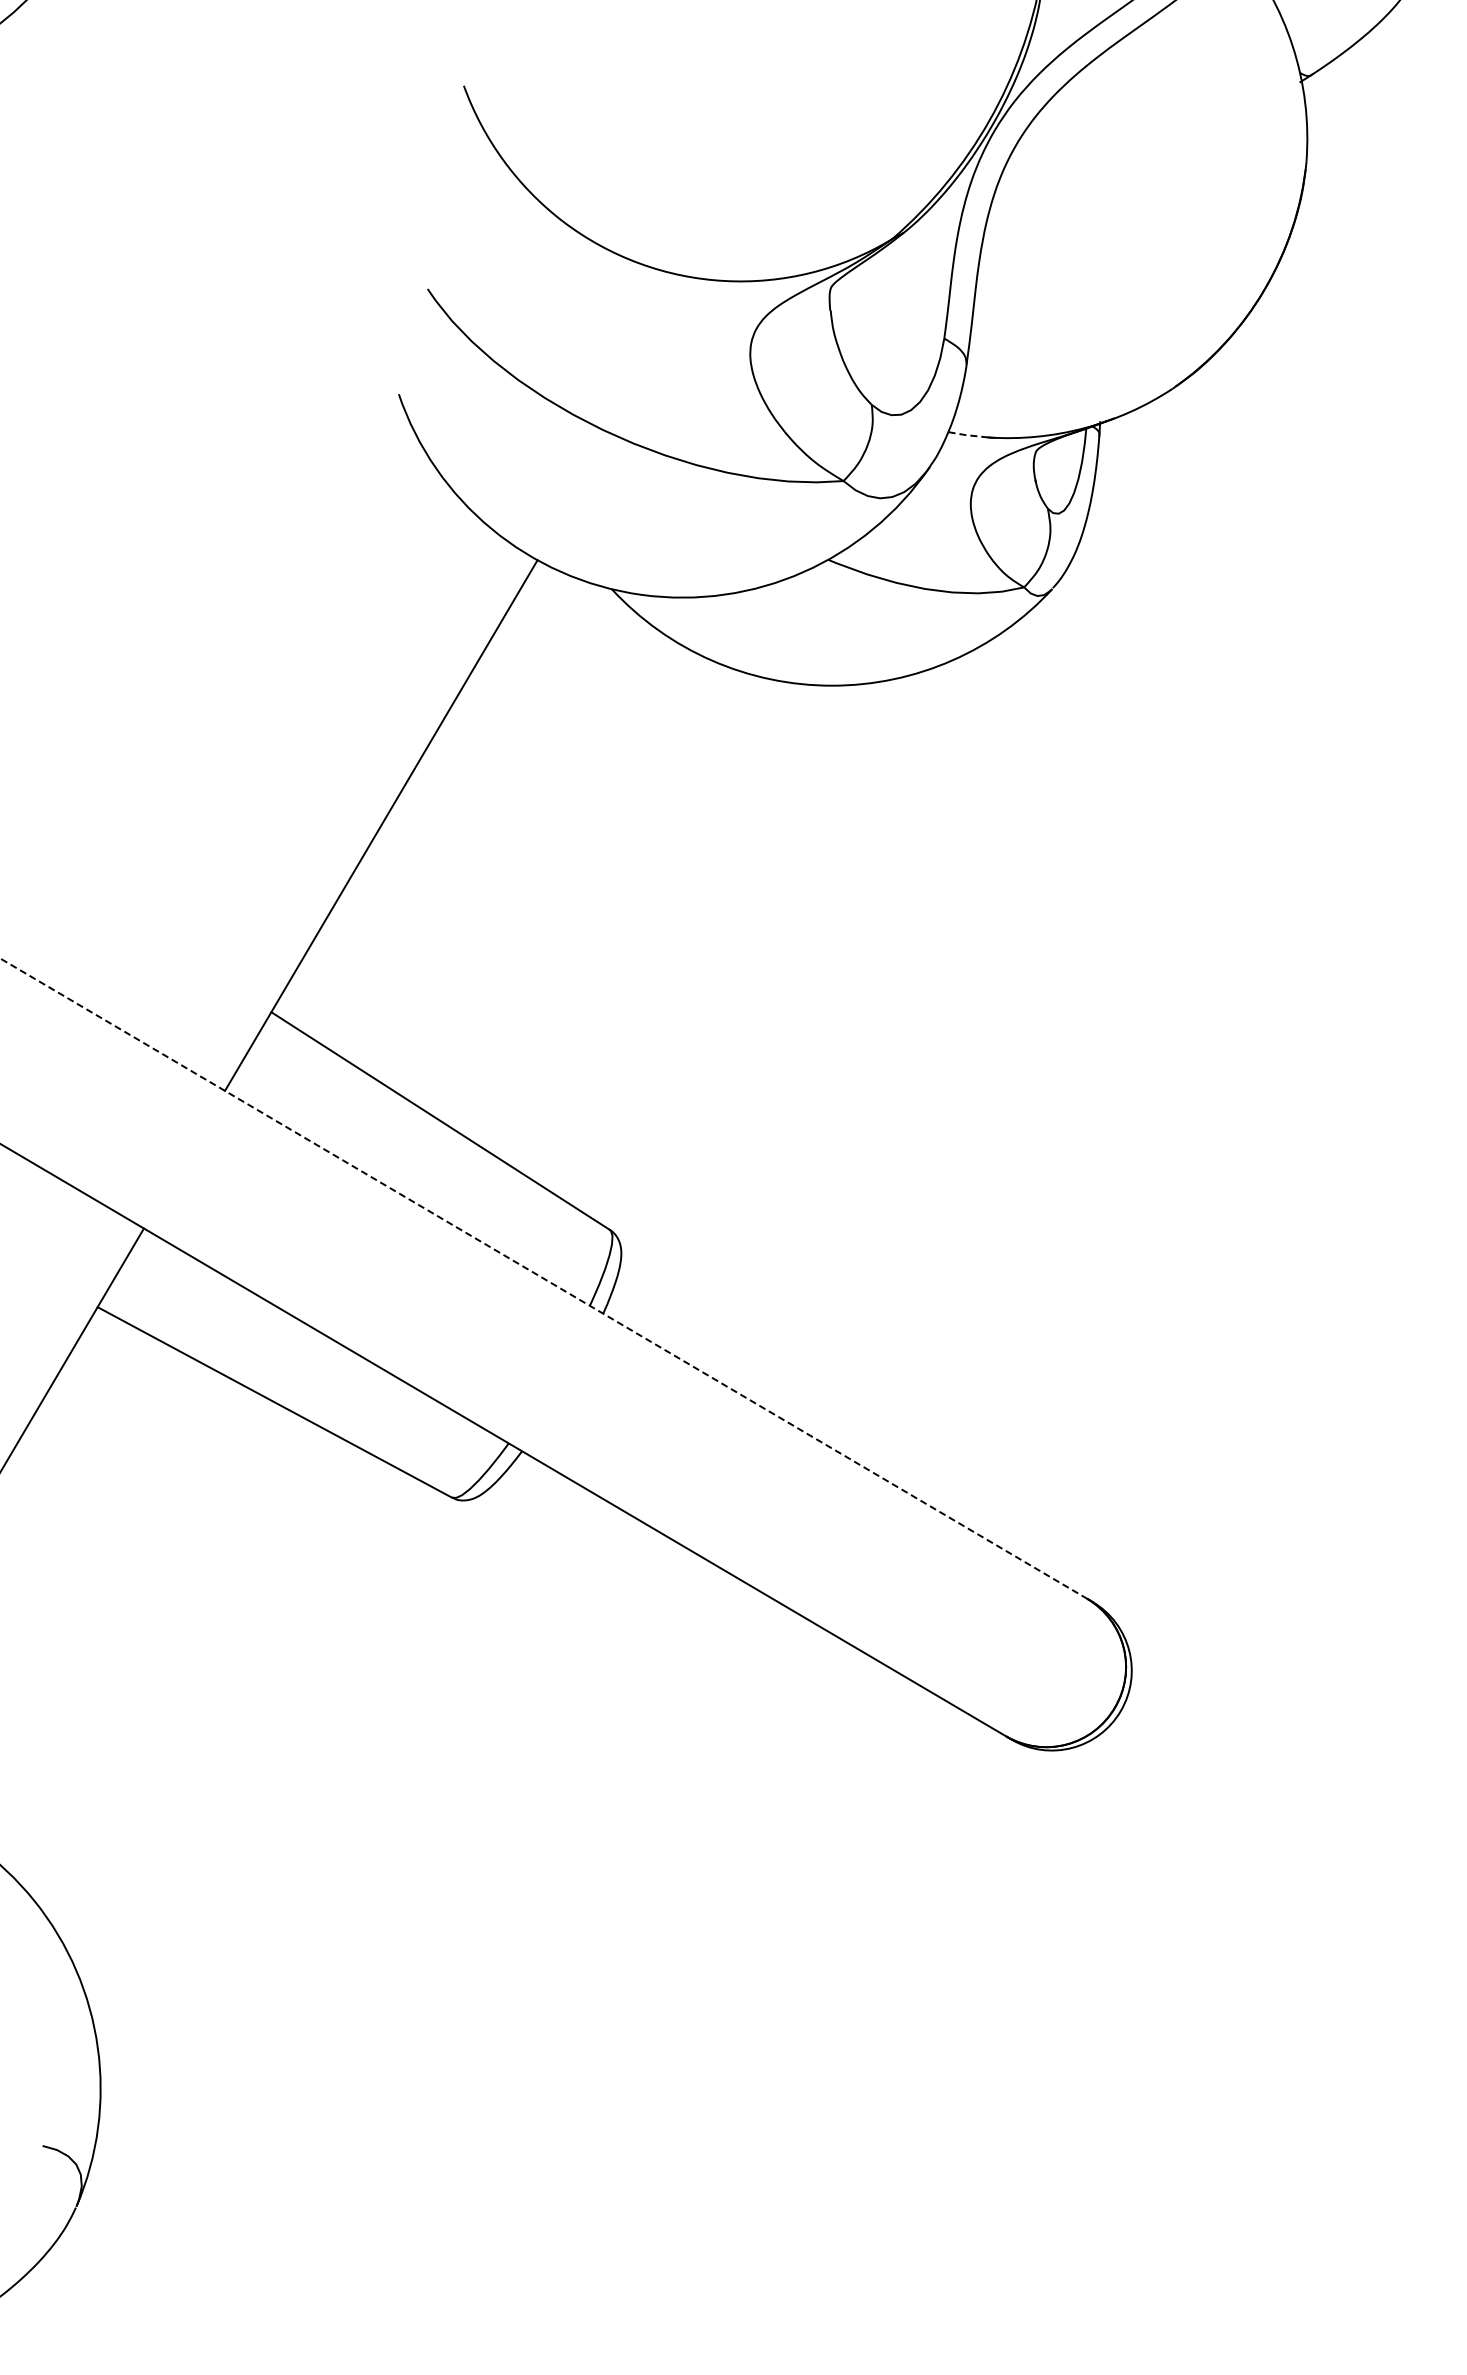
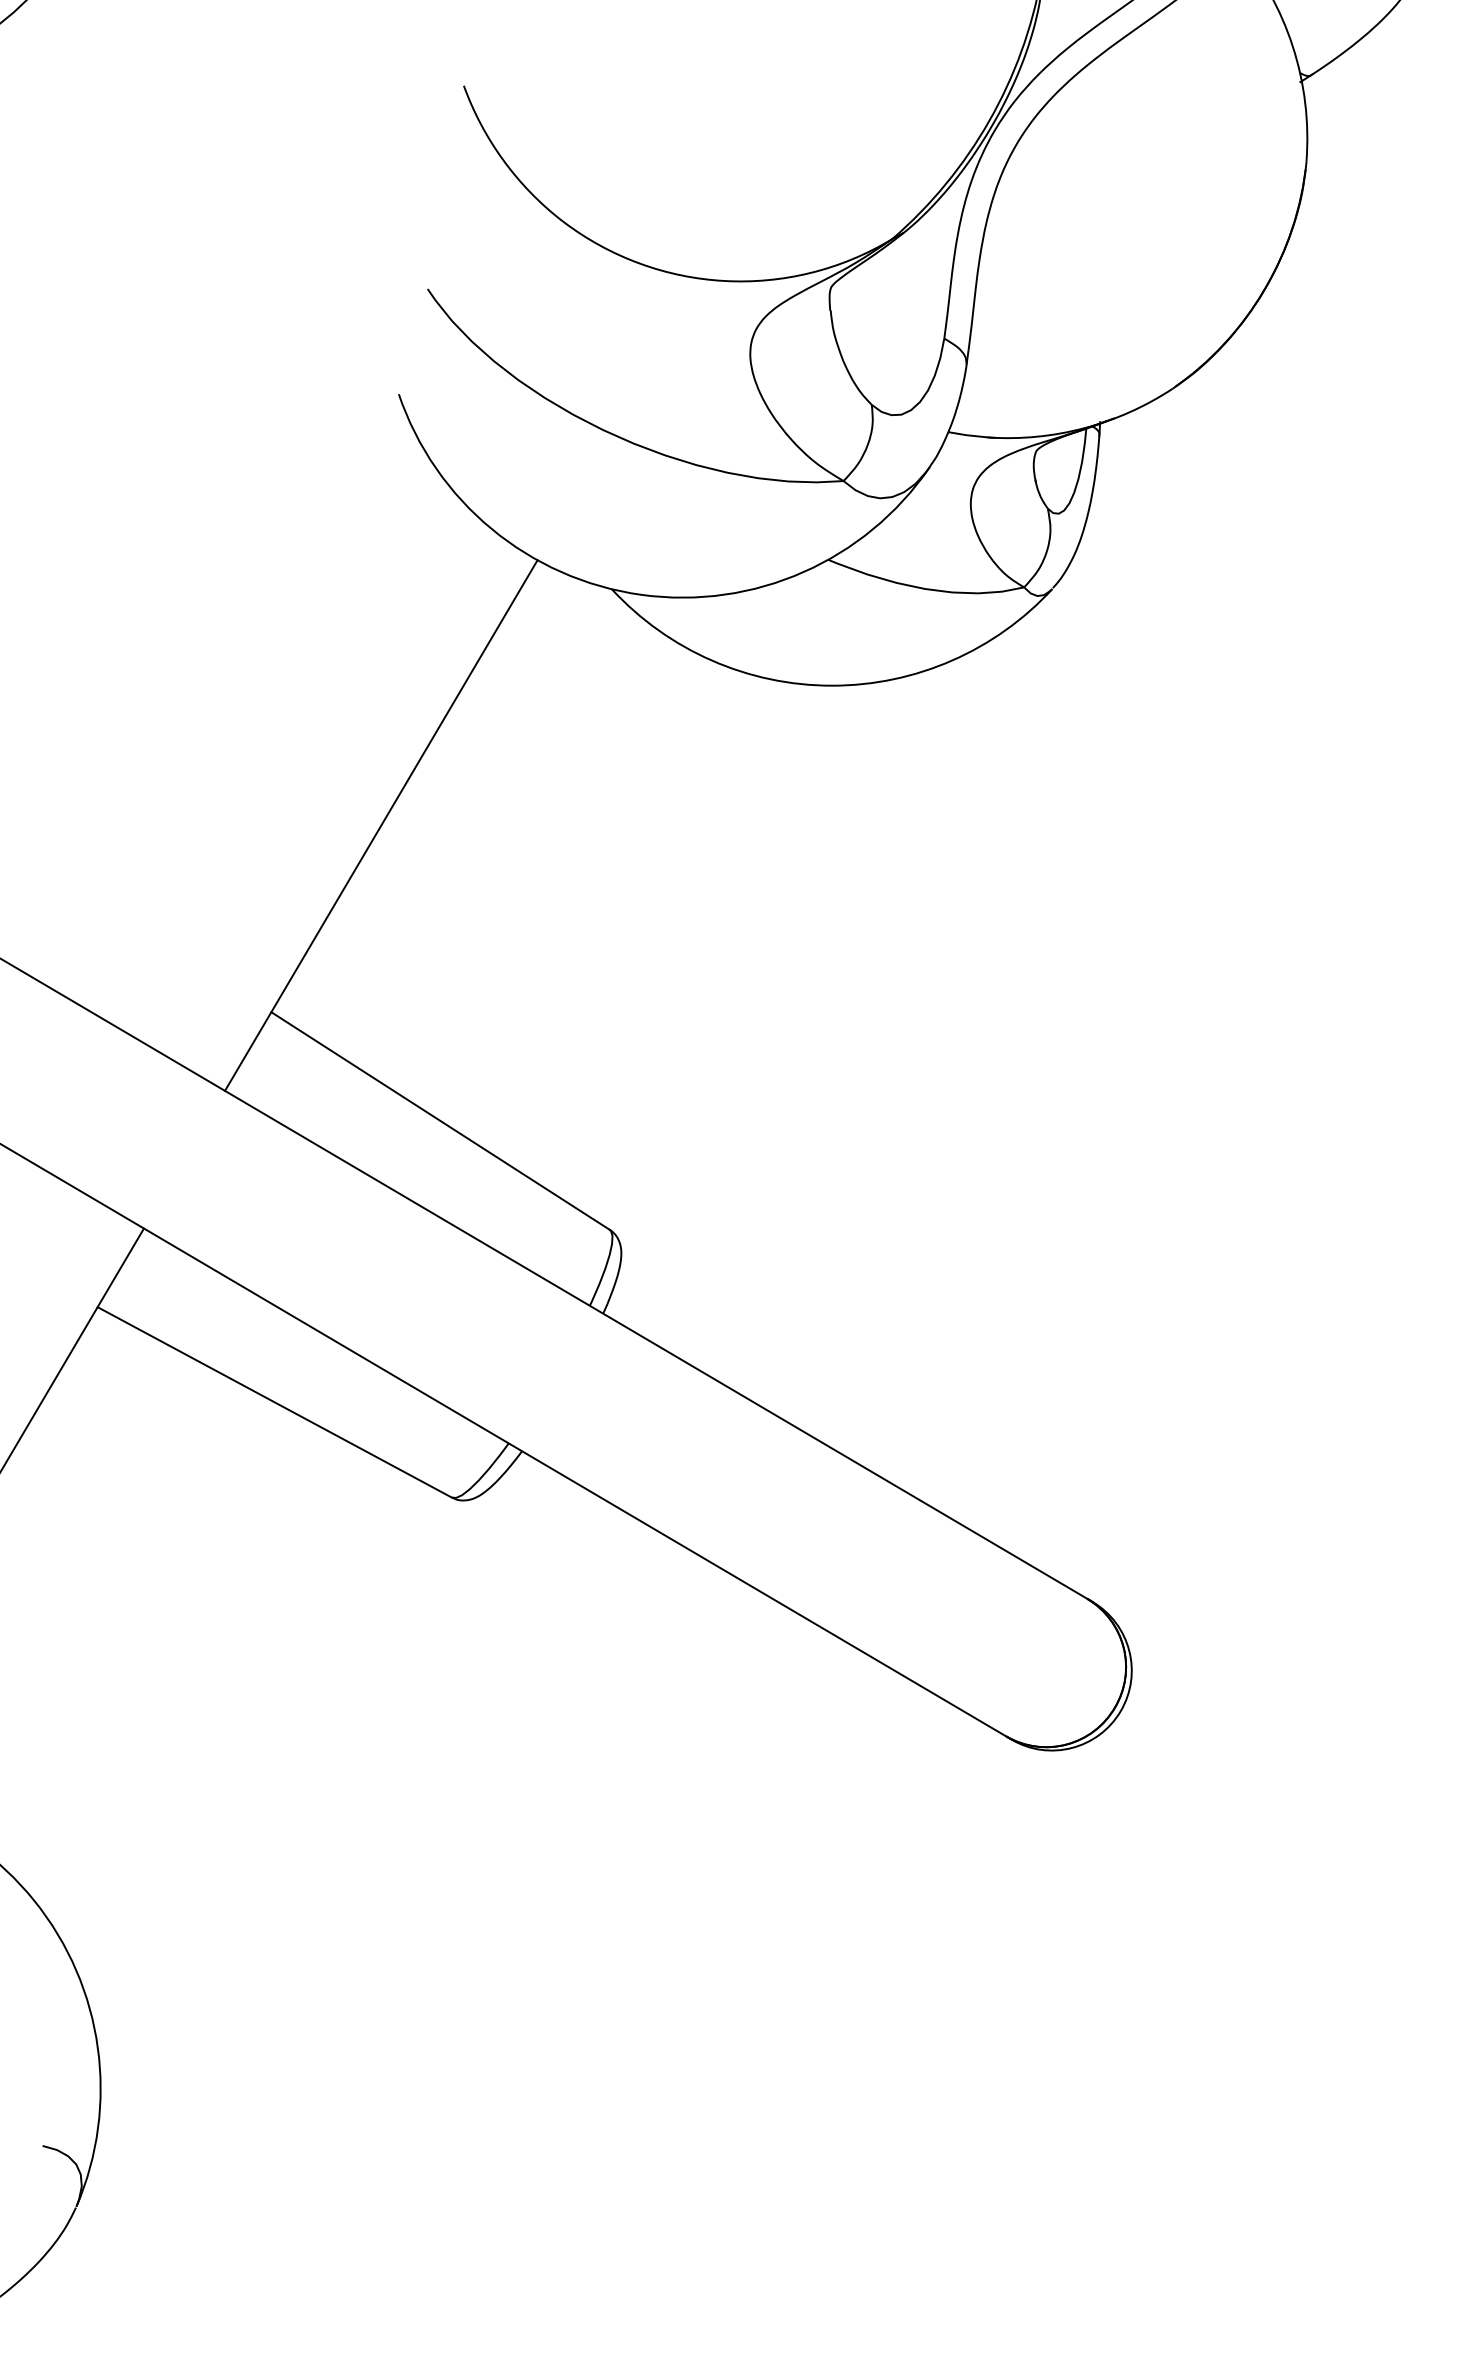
line at (968, 435): dashed -> solid
line at (544, 1278): dashed -> solid
